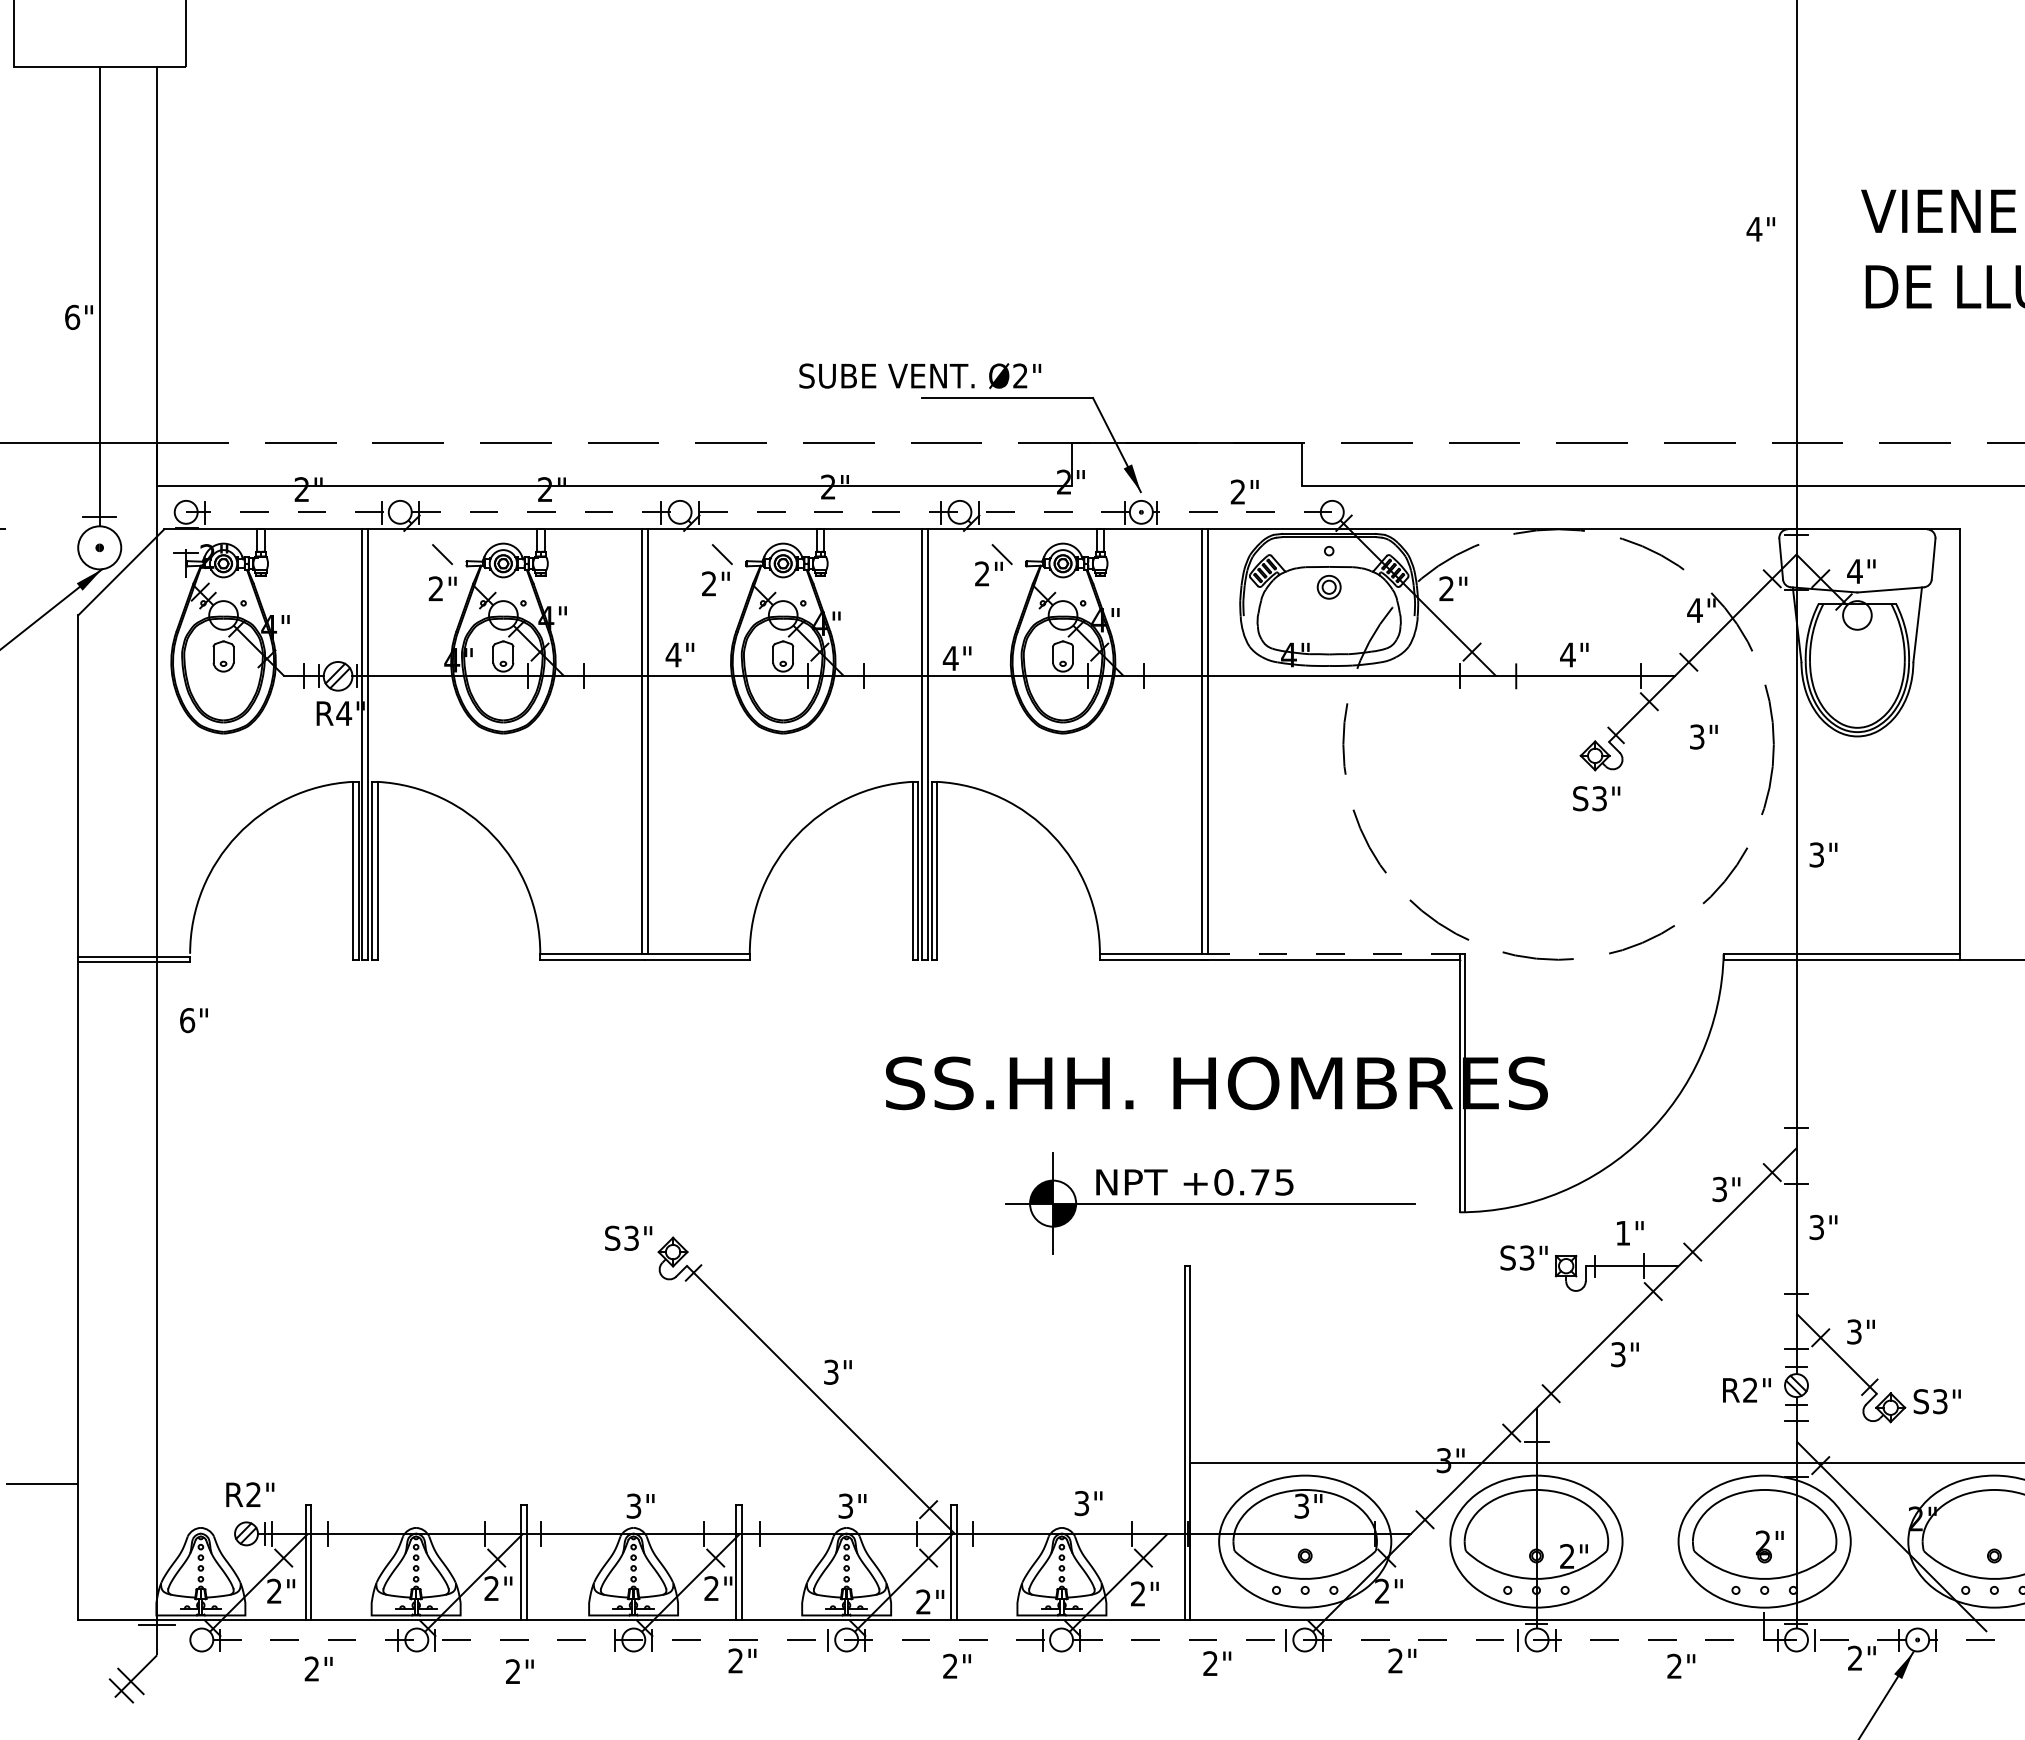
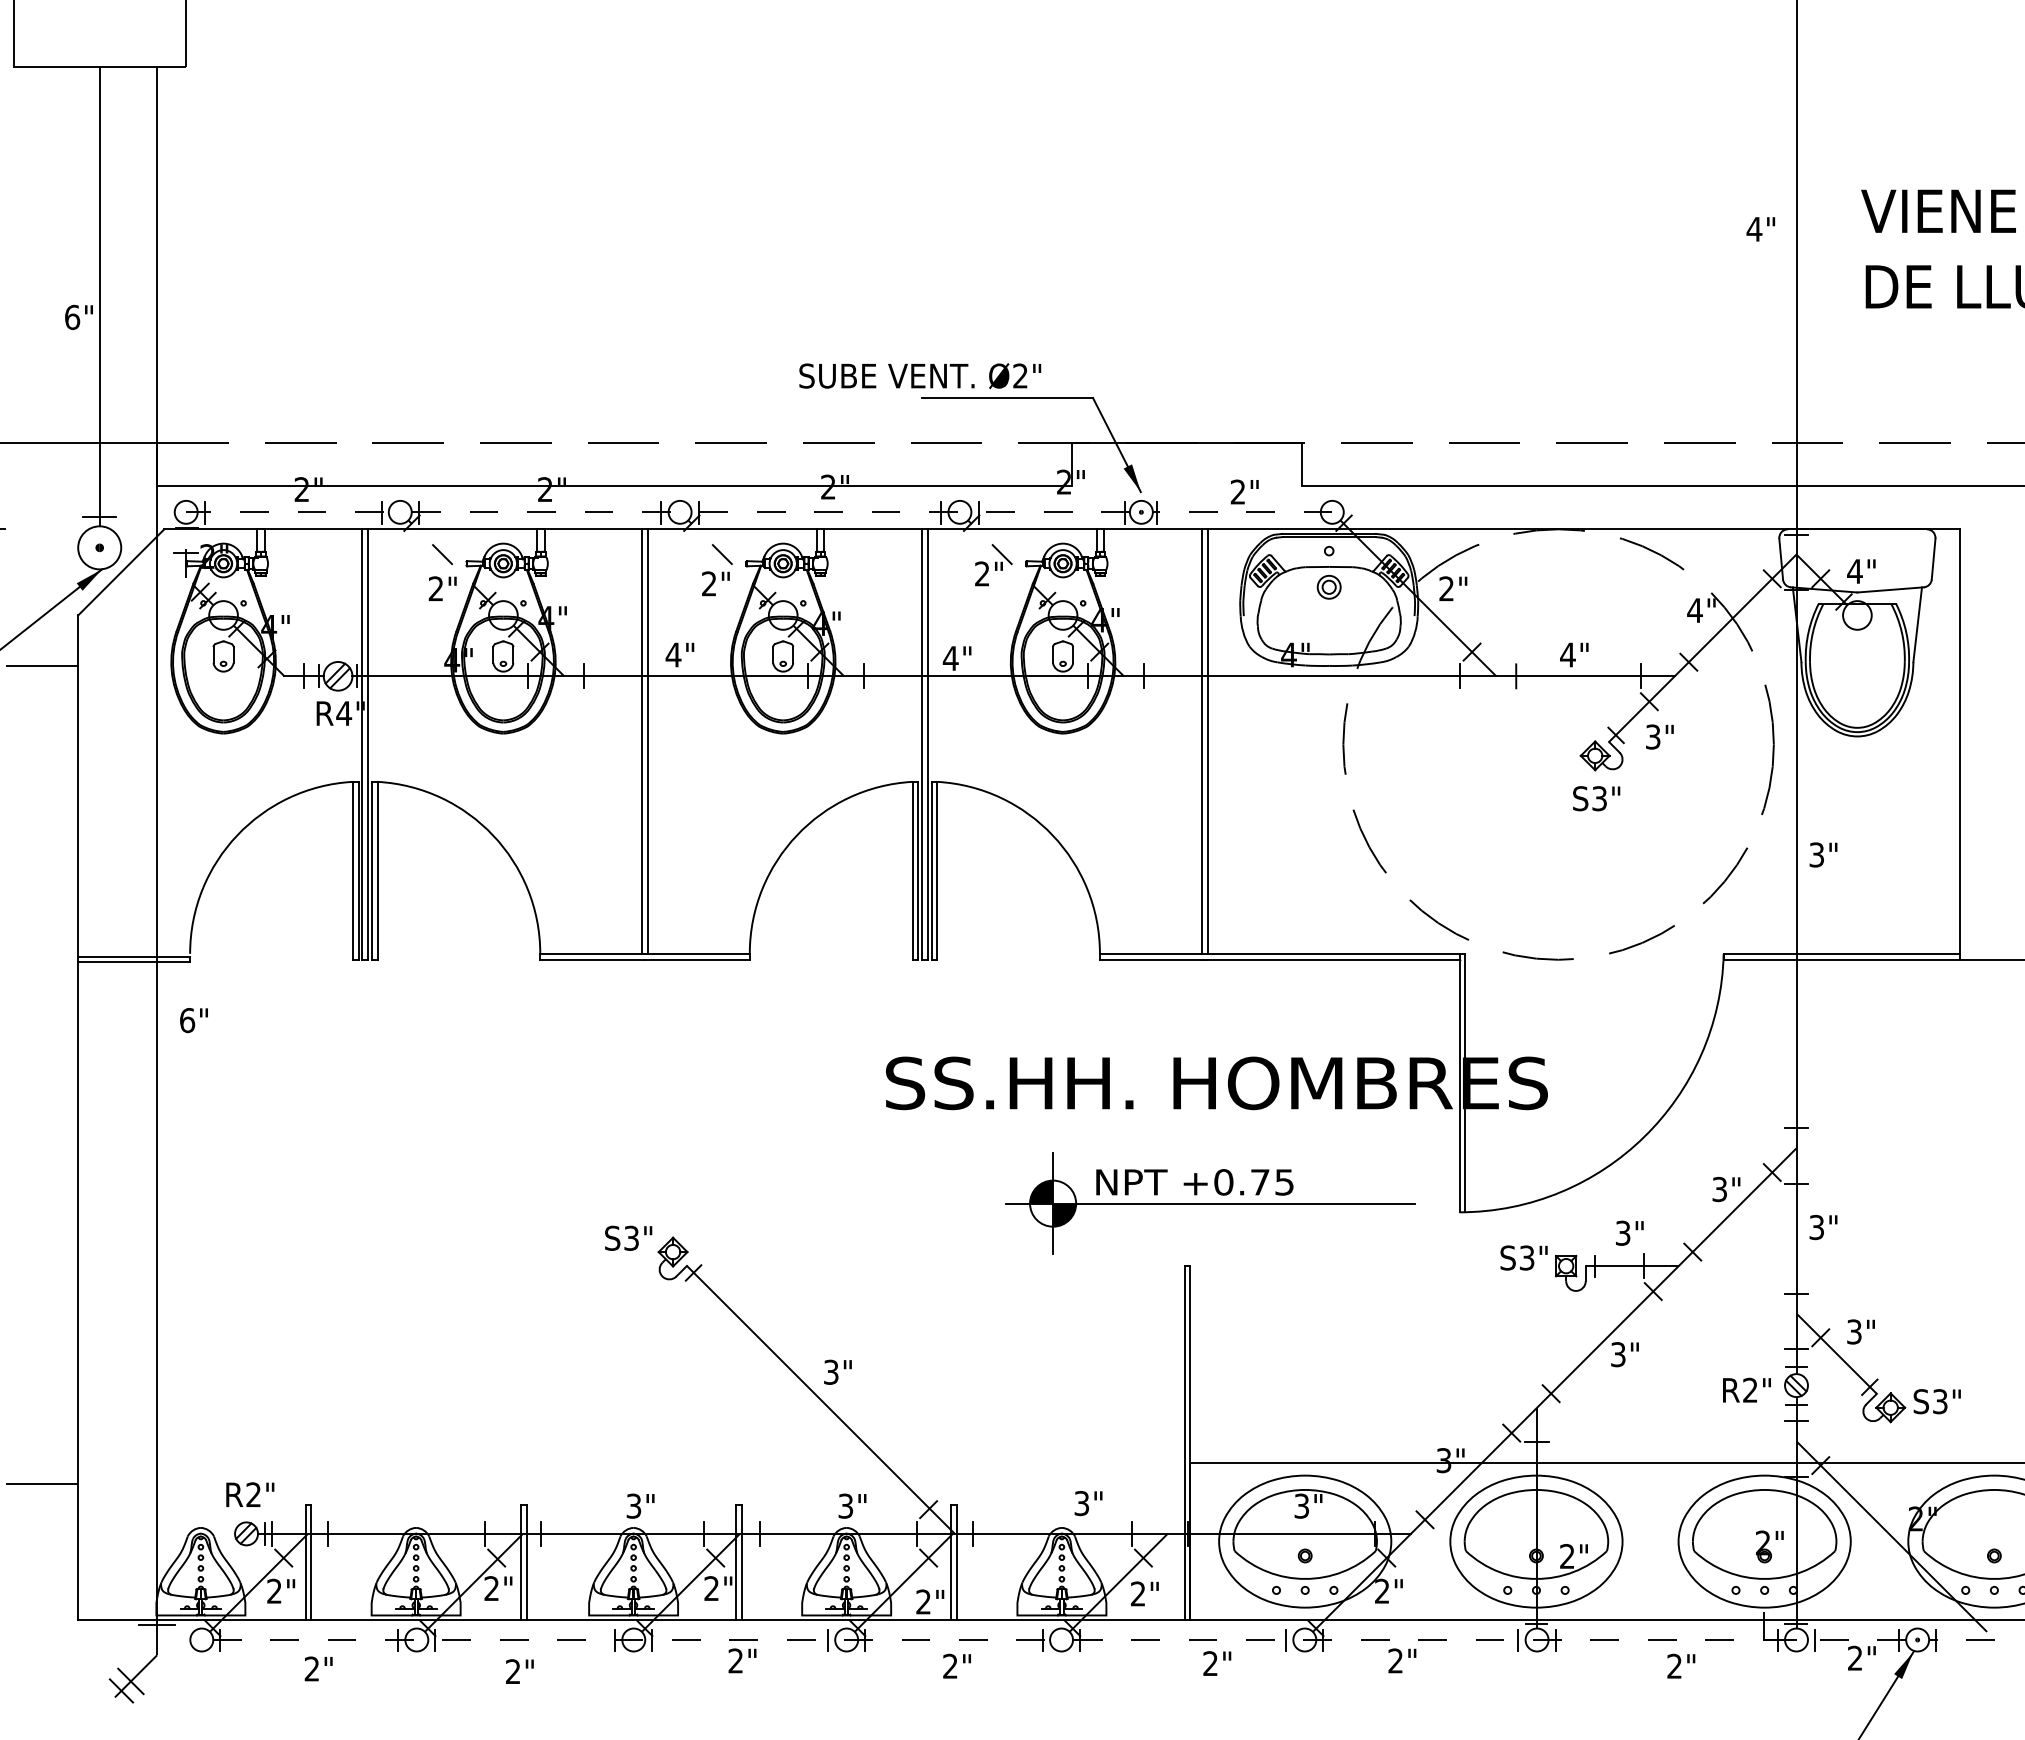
line at (42, 665): none -> present
text at (1703, 736) position: (1703, 736) -> (1659, 736)
line at (1329, 953): dashed -> solid
text at (1623, 1232): 1" -> 3"
